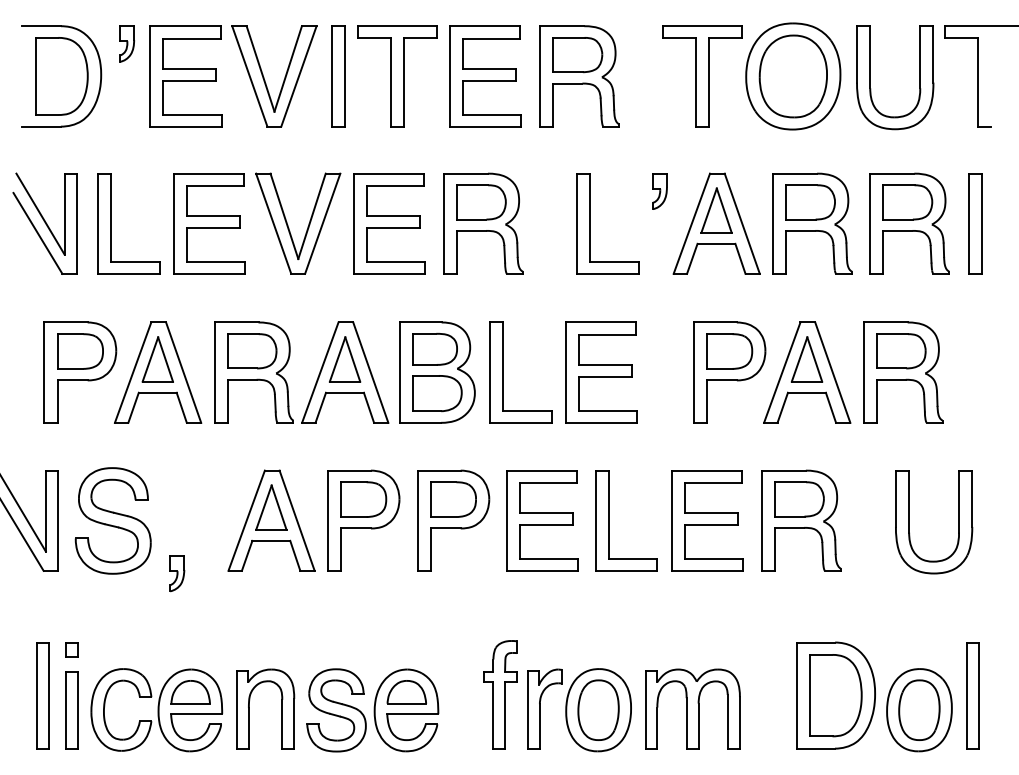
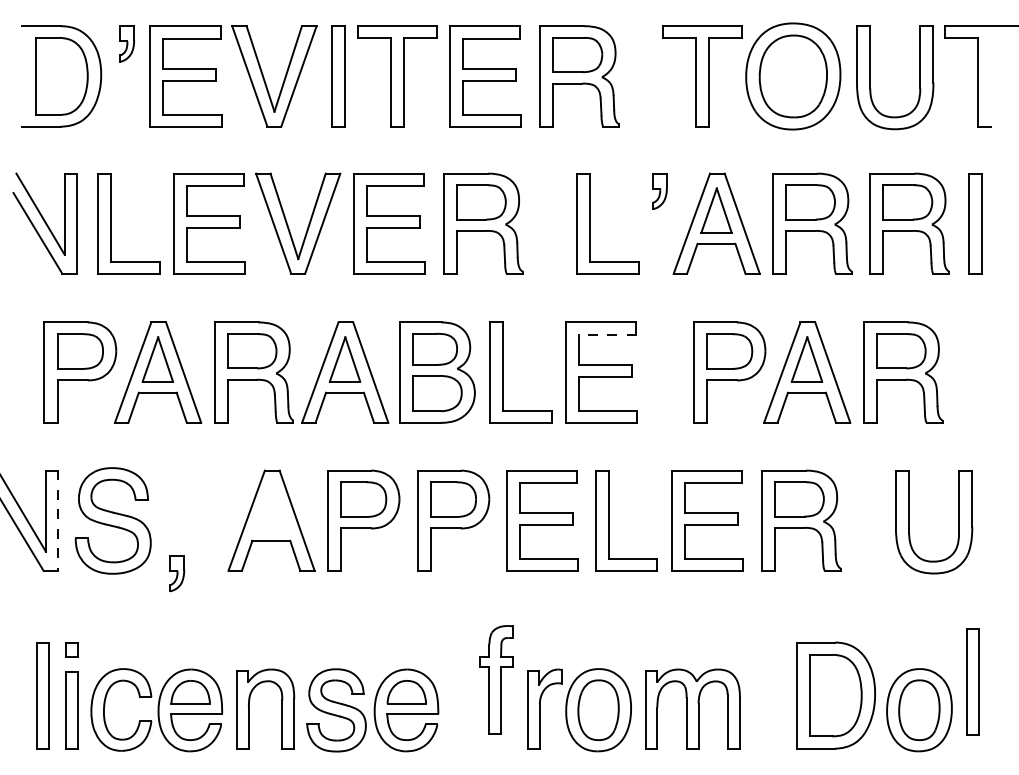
line at (607, 334): solid -> dashed
part at (271, 507): present -> none
line at (58, 521): solid -> dashed
part at (500, 694) position: (500, 694) -> (496, 679)
part at (972, 695) position: (972, 695) -> (972, 681)
